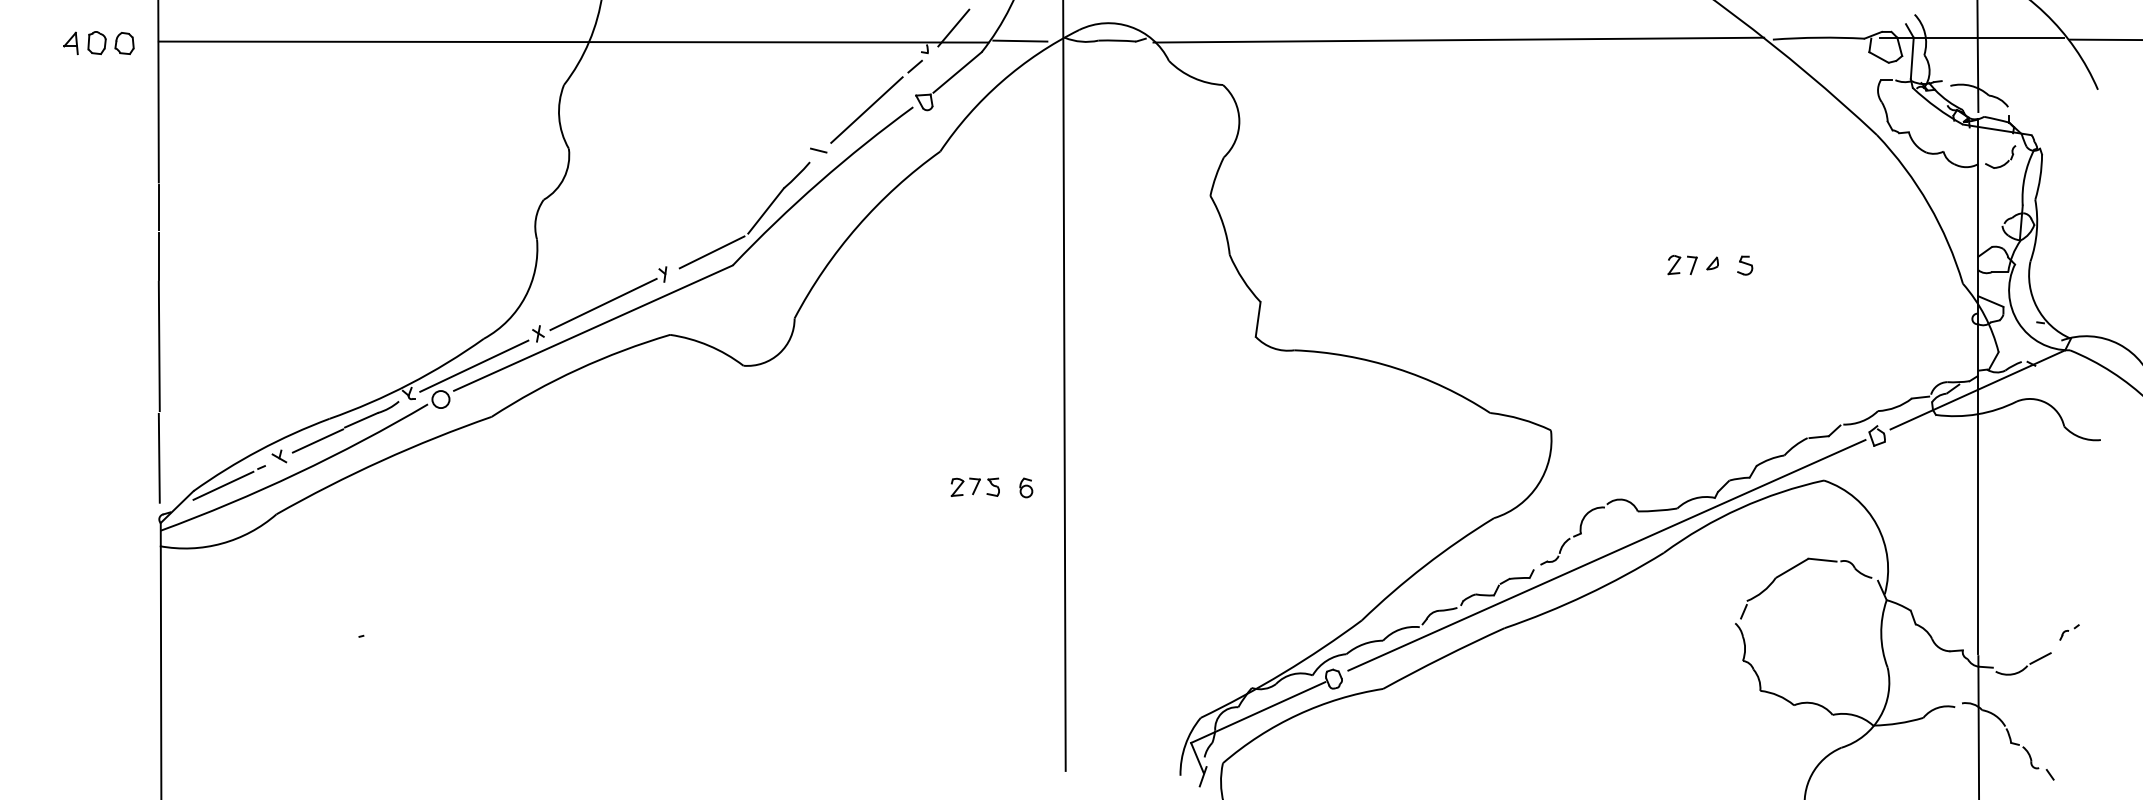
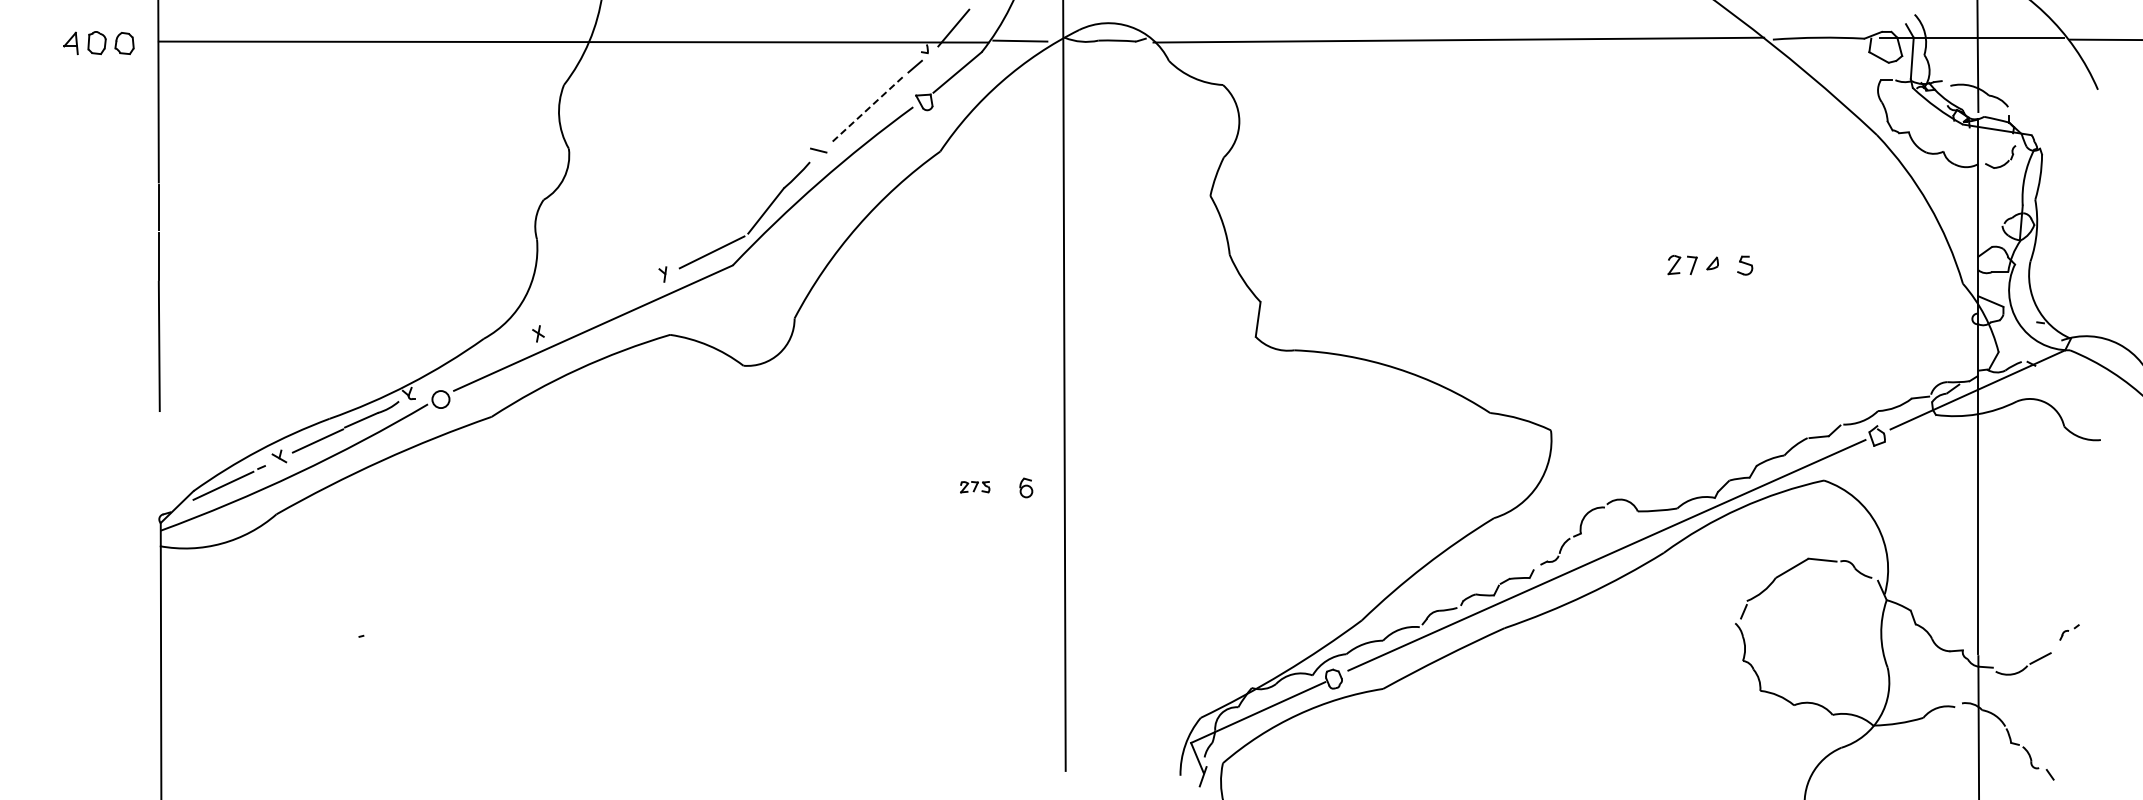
line at (866, 110): solid -> dashed
line at (603, 304): present -> none
line at (474, 365): present -> none
line at (158, 457): present -> none
part at (974, 486) size: 50x20 px -> 31x13 px
